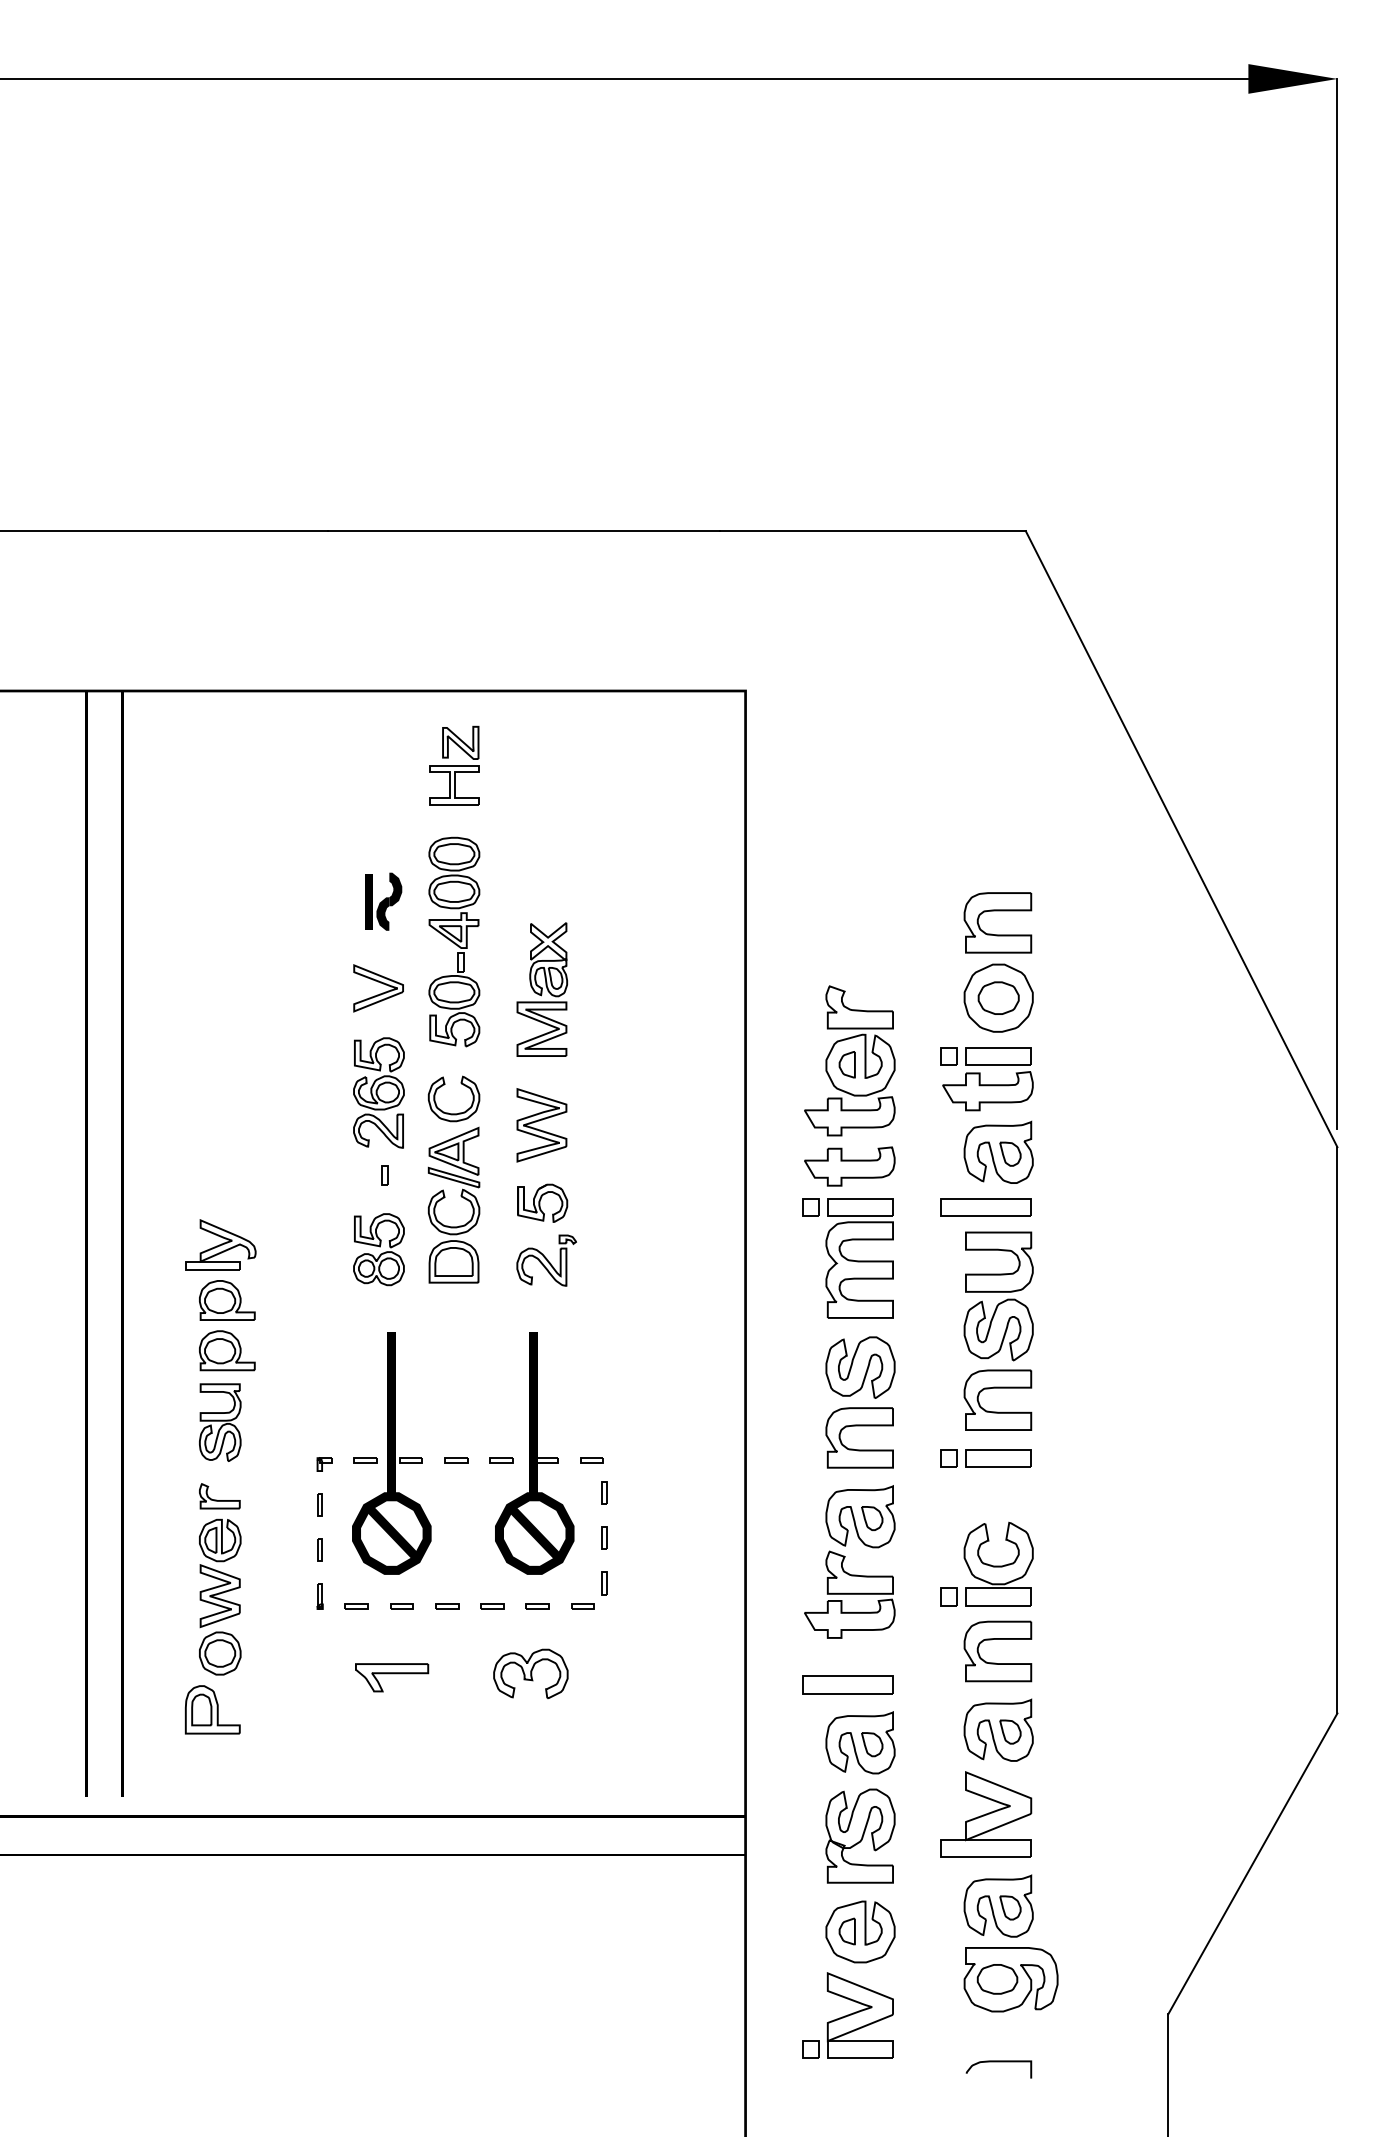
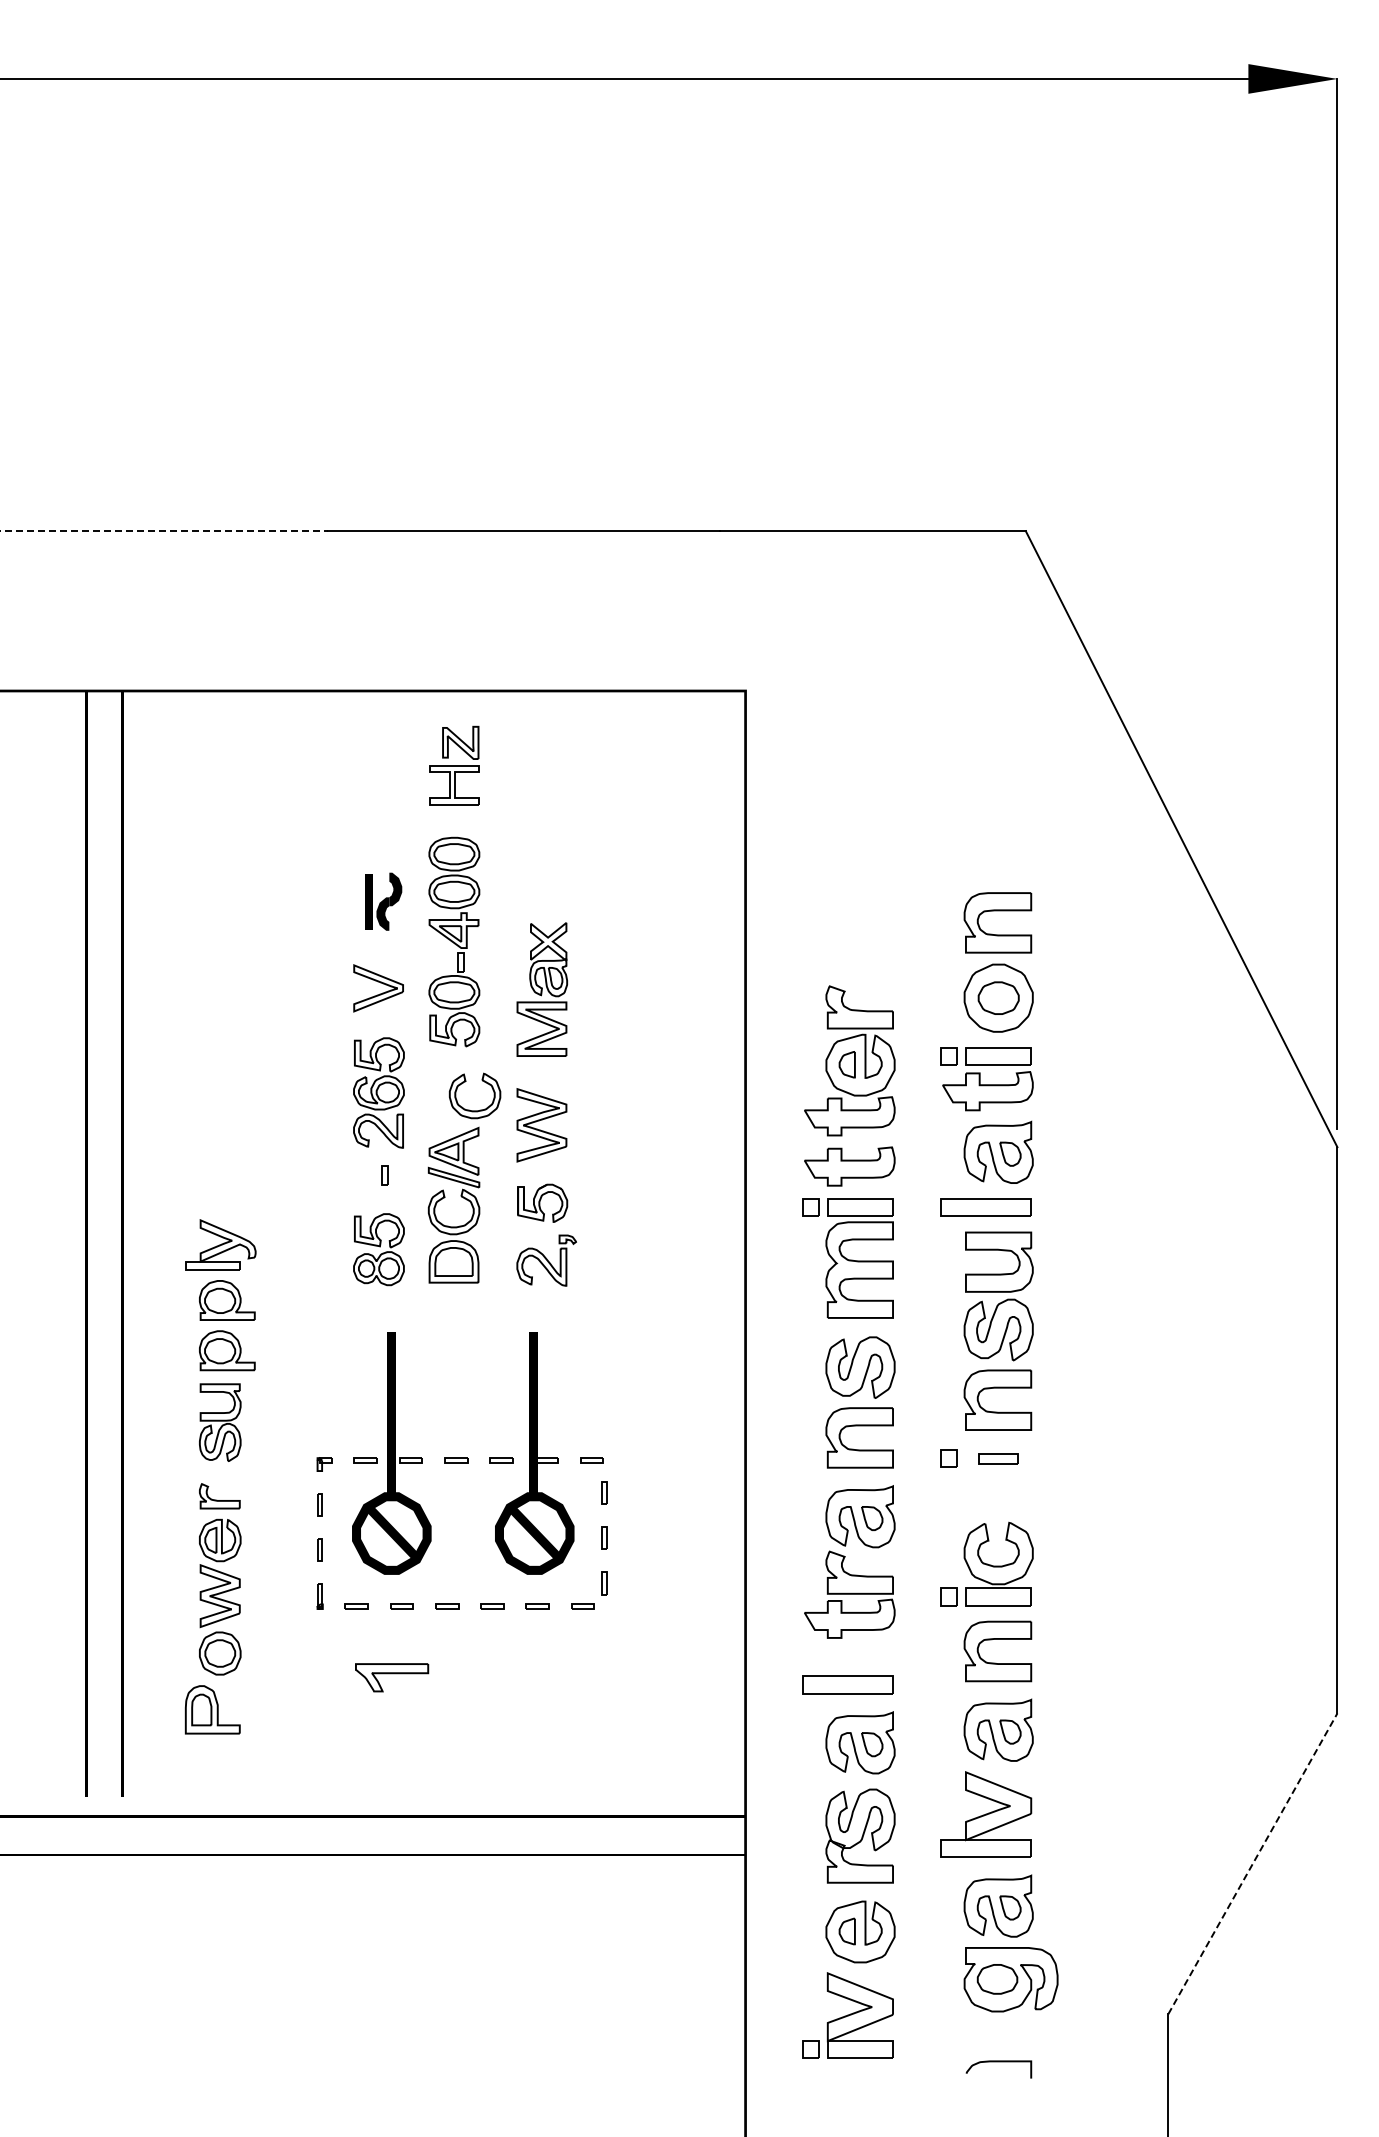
line at (163, 531): solid -> dashed
part at (448, 1112) position: (448, 1112) -> (469, 1109)
part at (998, 1458) size: 67x19 px -> 41x12 px
part at (530, 1673): present -> none
line at (1252, 1863): solid -> dashed
